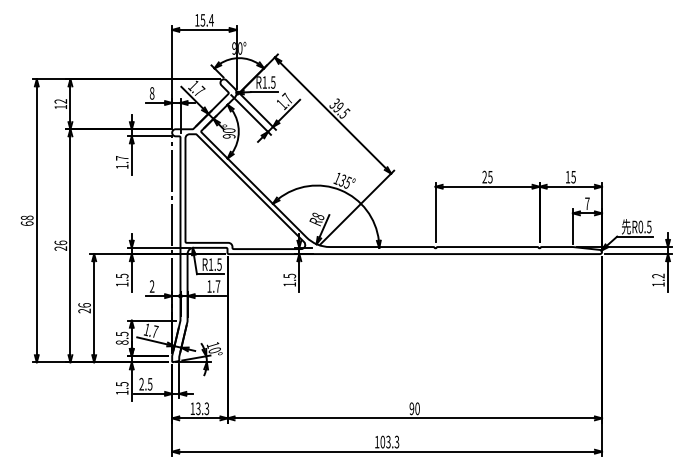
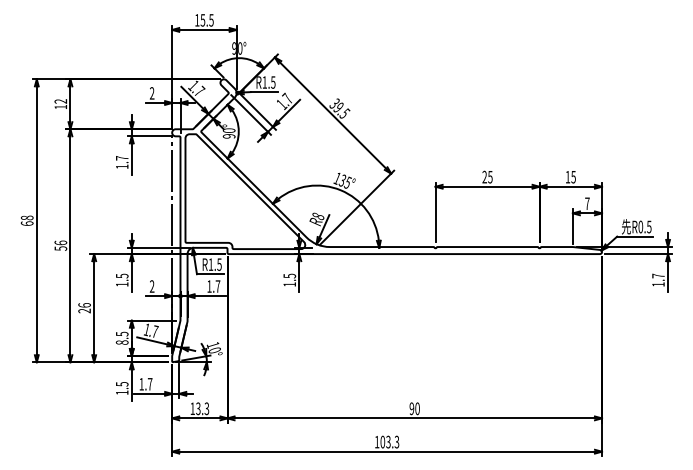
text at (210, 20): 15.4 -> 15.5
text at (151, 93): 8 -> 2
text at (60, 248): 26 -> 56
text at (658, 275): 1.2 -> 1.7
text at (145, 383): 2.5 -> 1.7
